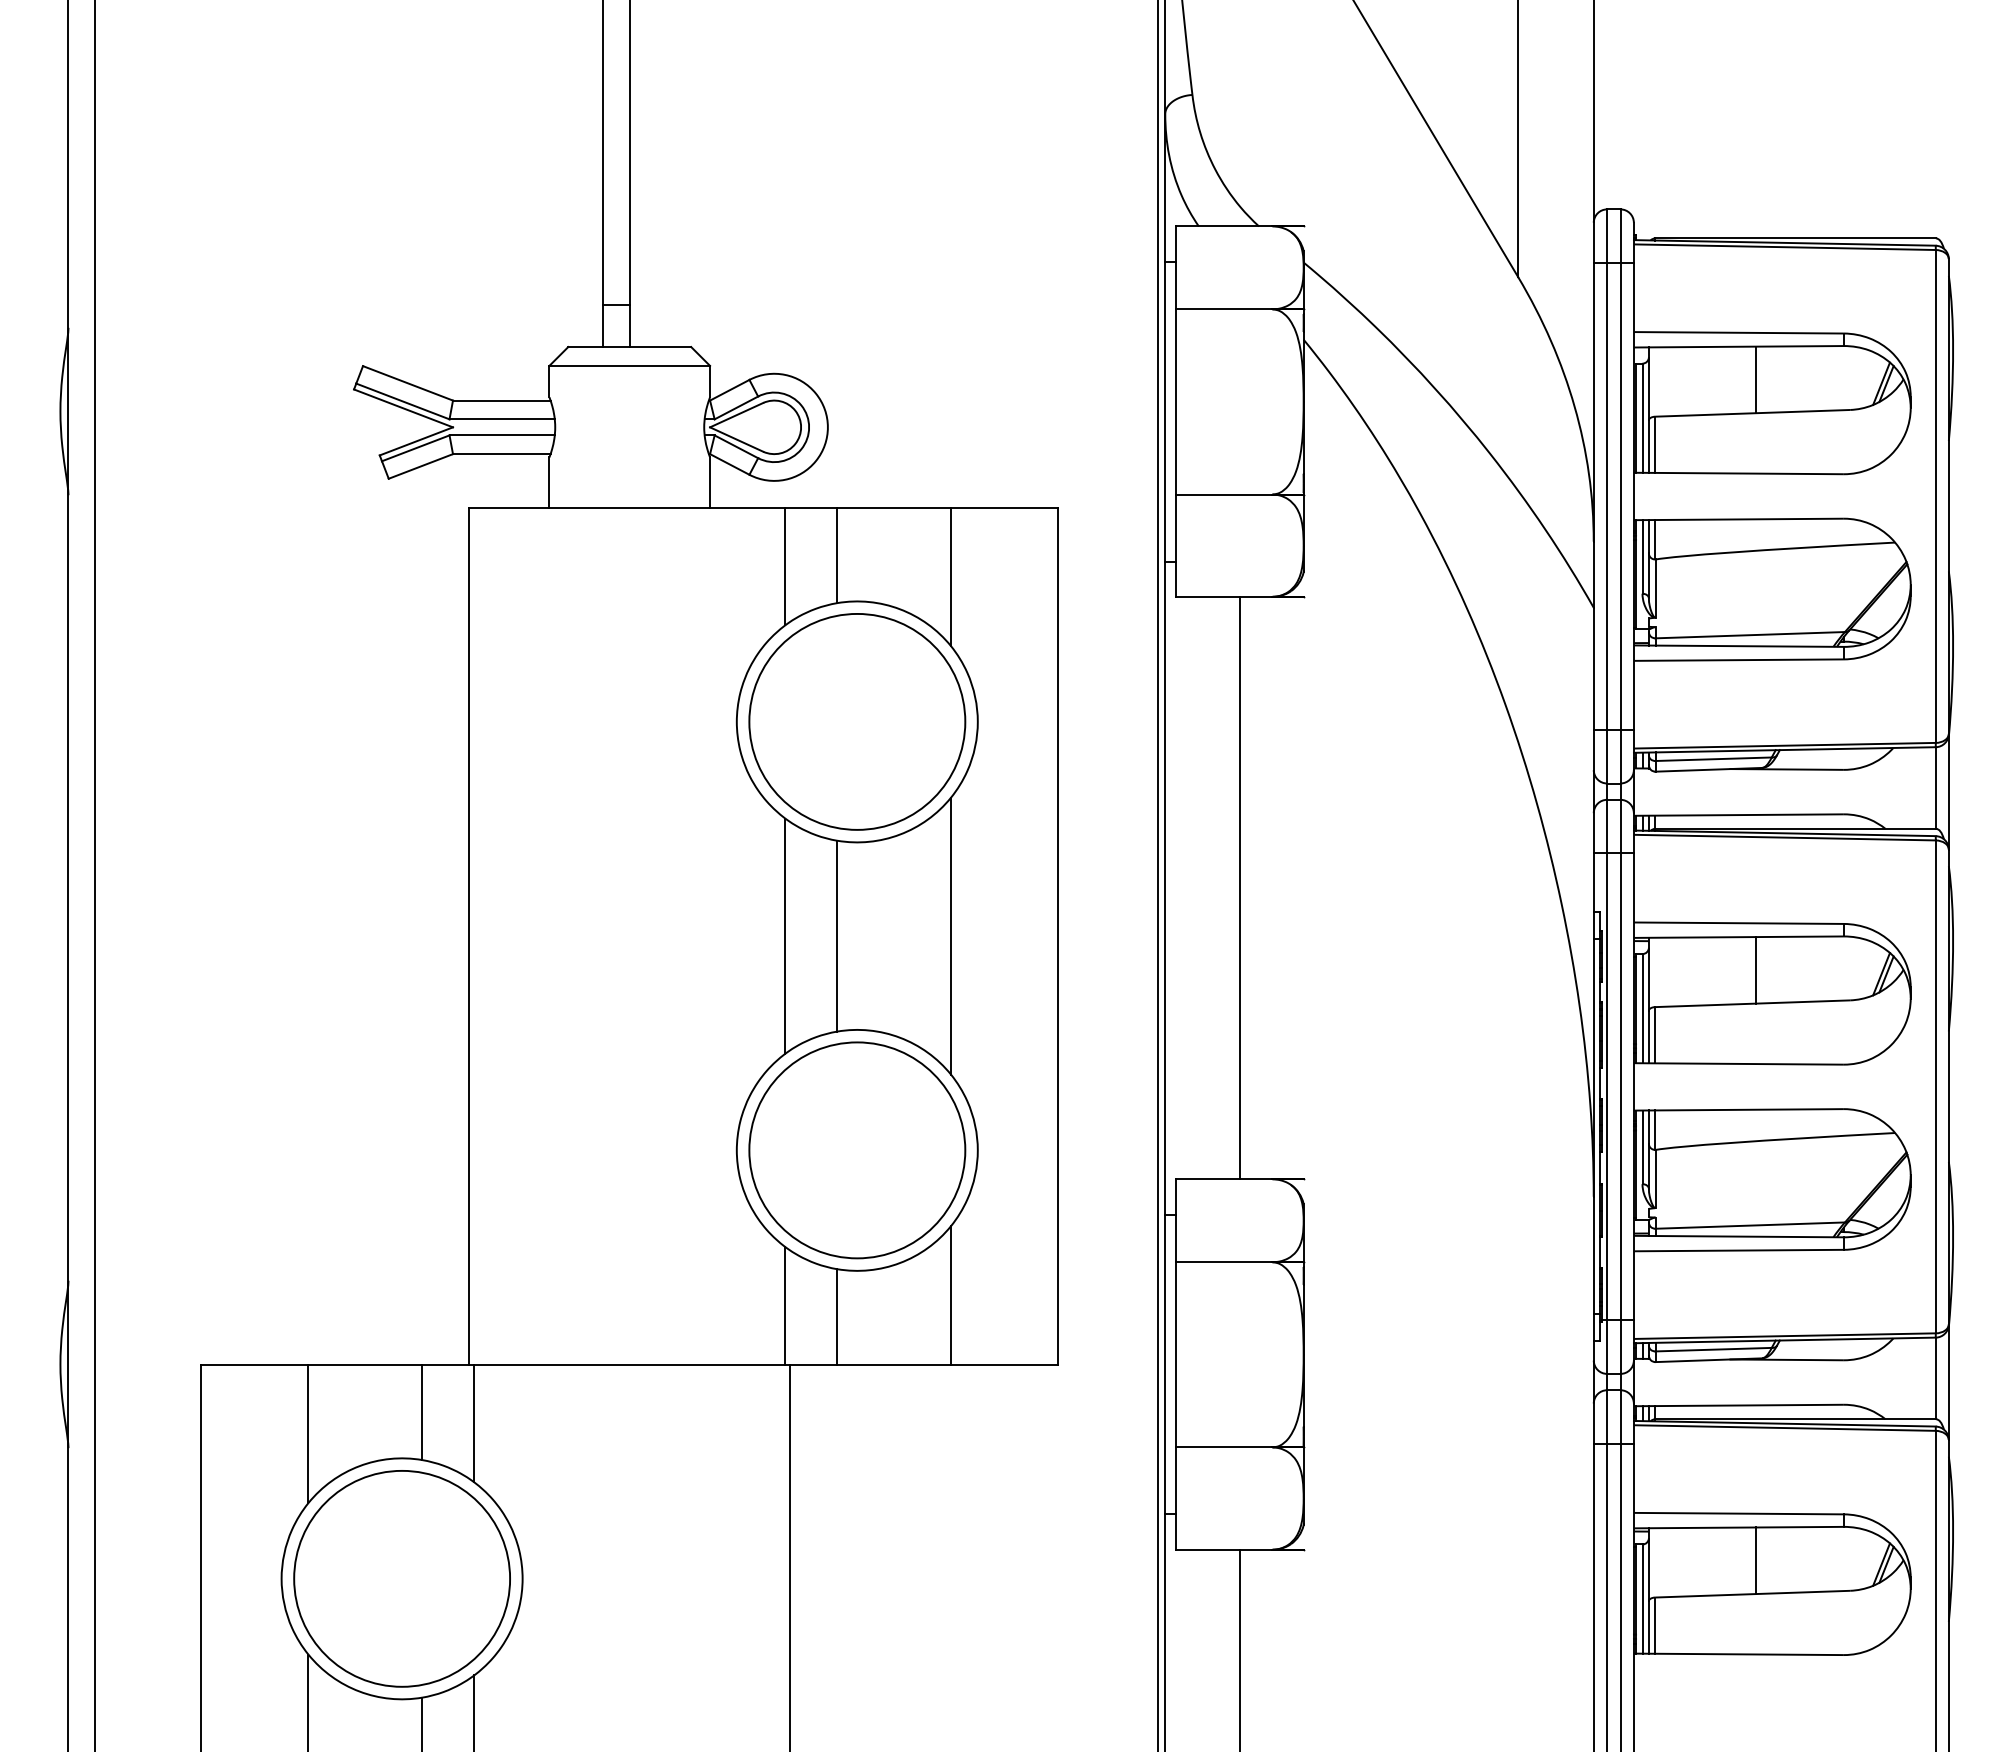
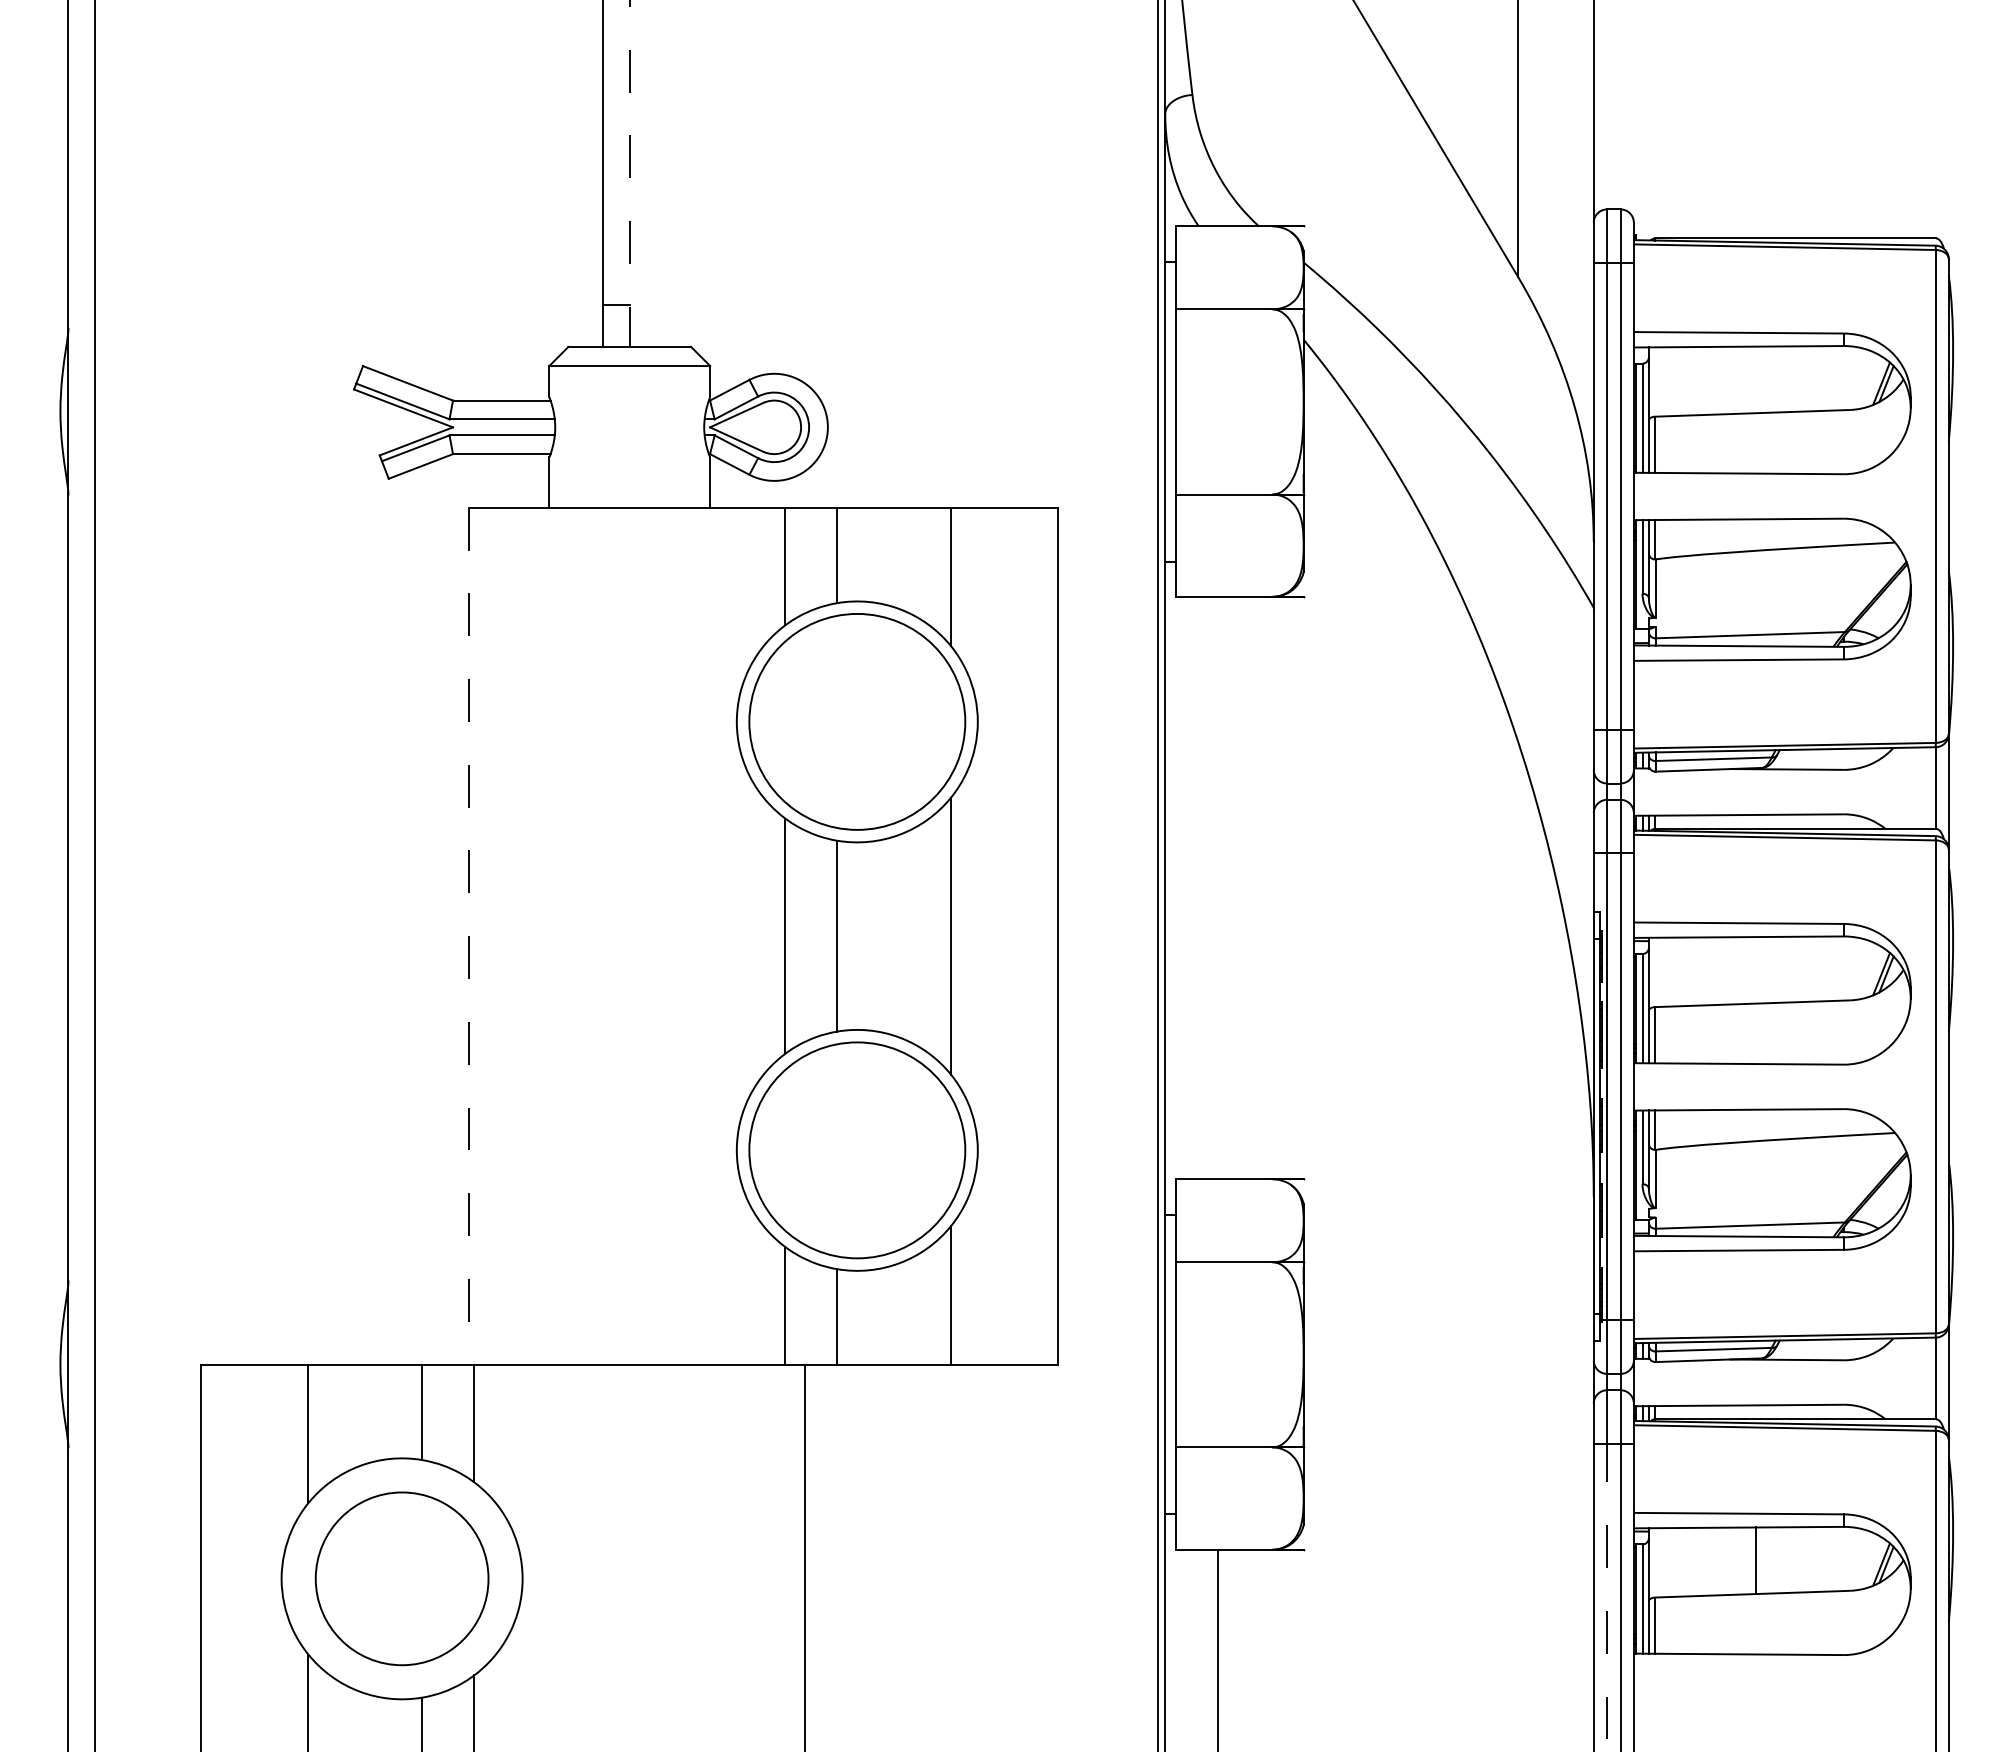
line at (629, 174): solid -> dashed
line at (1756, 379): present -> none
line at (1239, 887): present -> none
line at (469, 936): solid -> dashed
line at (1756, 970): present -> none
line at (790, 1556) position: (790, 1556) -> (805, 1556)
circle at (402, 1578) diameter: 216 px -> 173 px
line at (1607, 1597): solid -> dashed
line at (1239, 1648) position: (1239, 1648) -> (1217, 1648)
